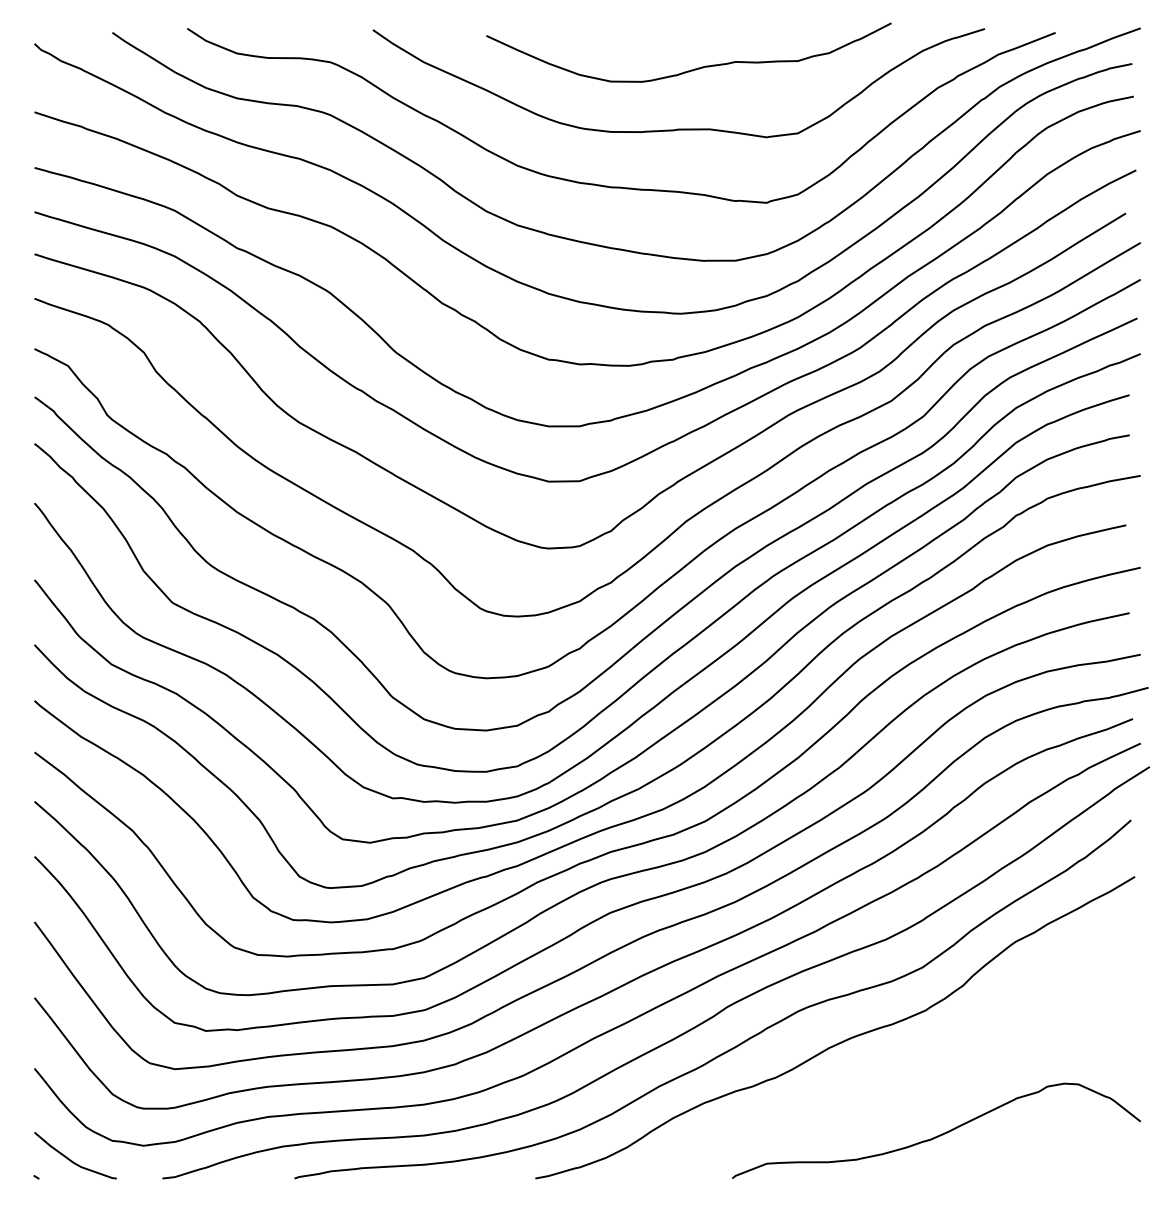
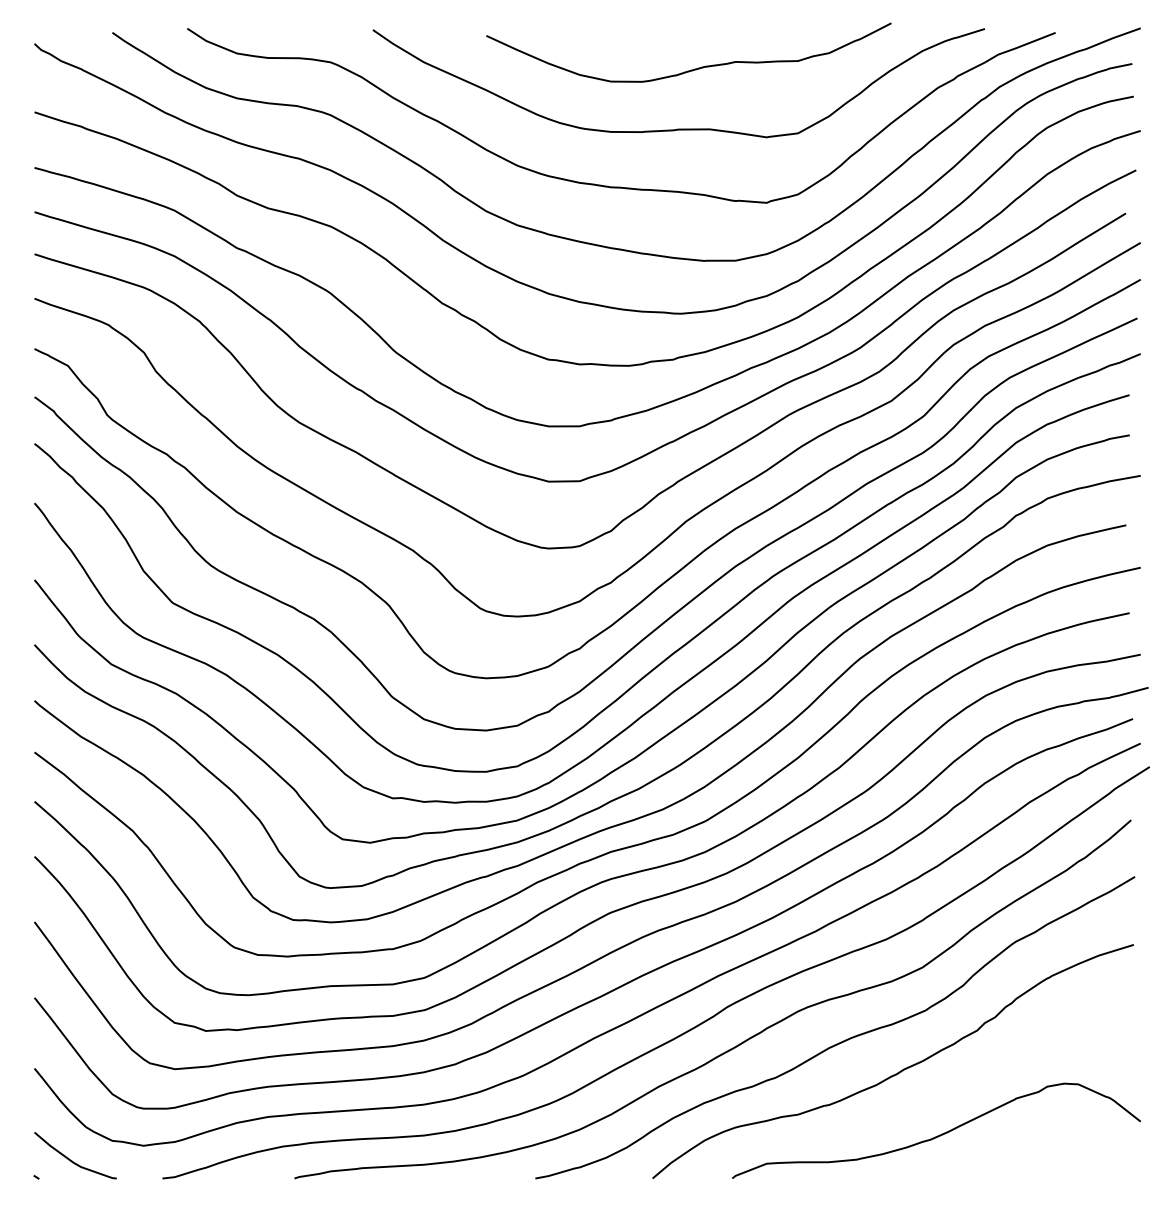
curve at (900, 1070): none -> present
